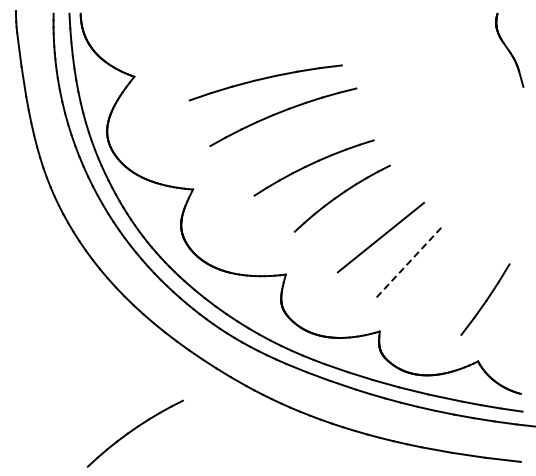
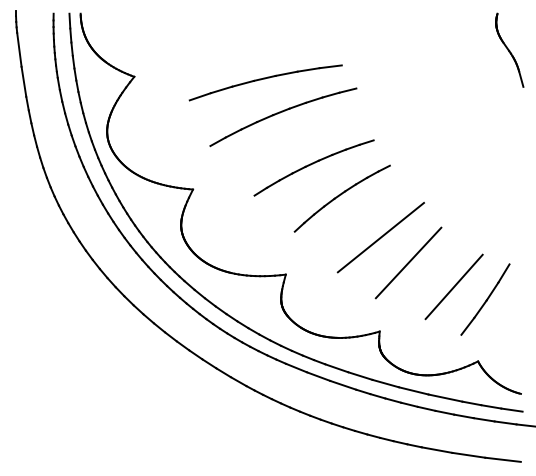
line at (408, 263): dashed -> solid
line at (453, 286): none -> present
part at (134, 433): present -> none
